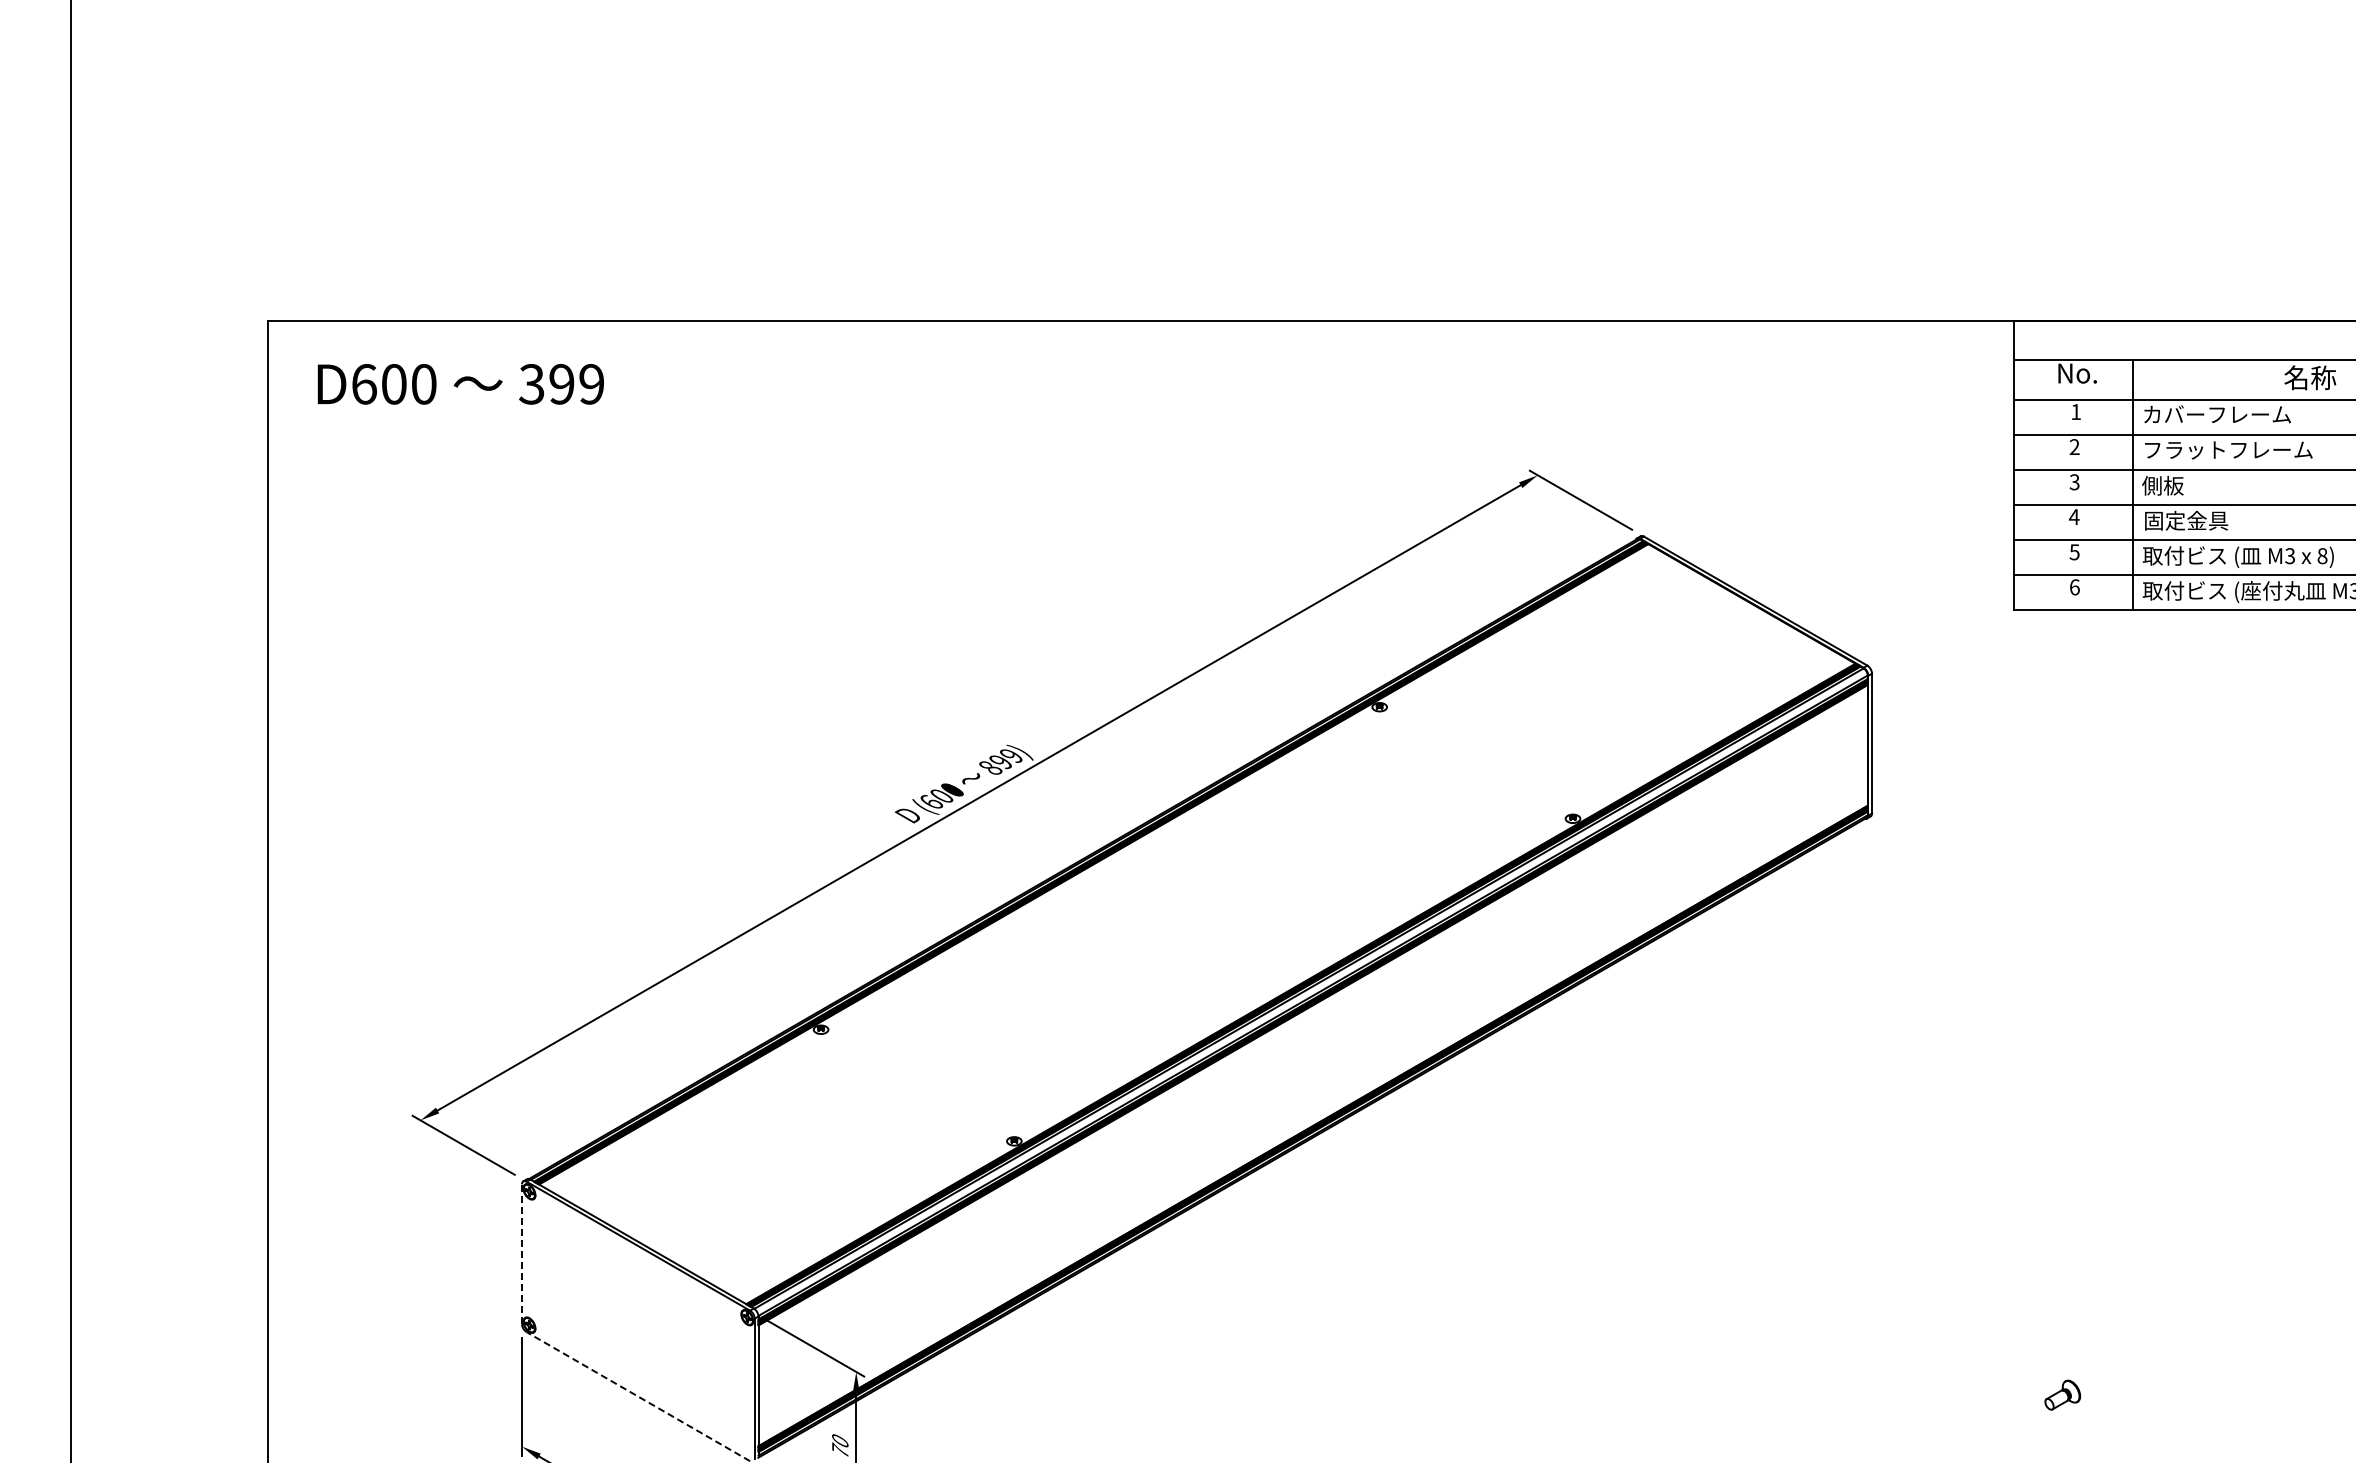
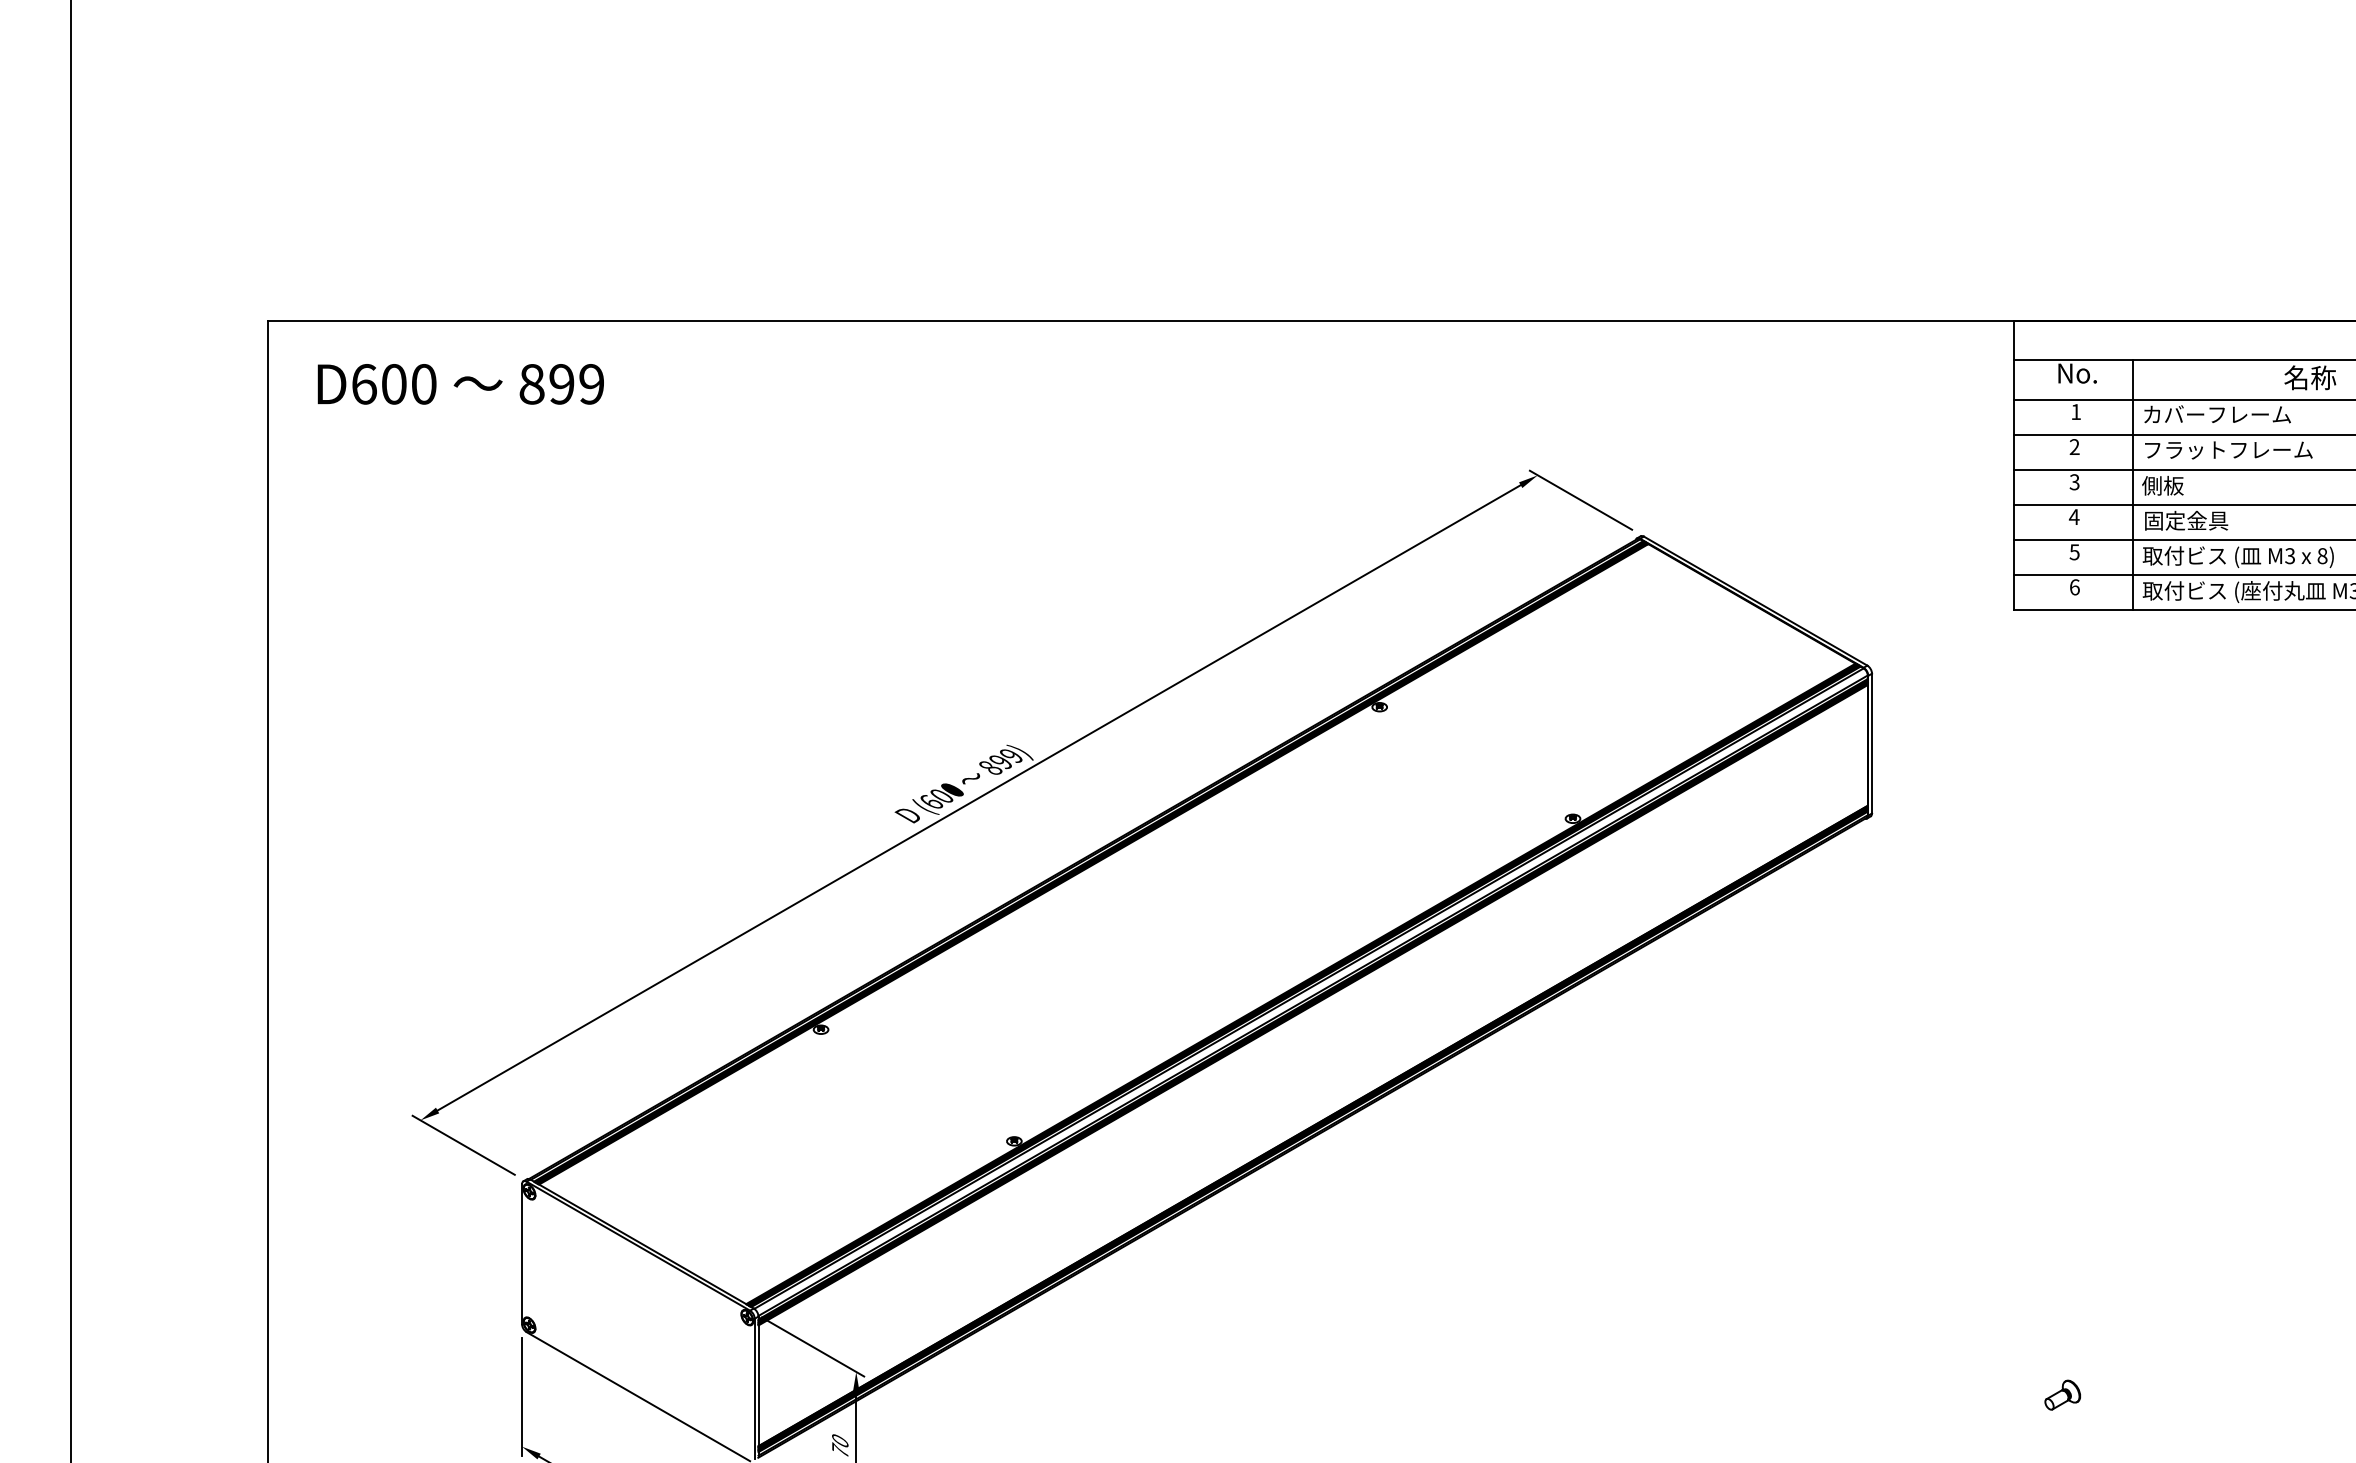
text at (531, 384): 399 -> 899
line at (522, 1254): dashed -> solid
line at (637, 1396): dashed -> solid
